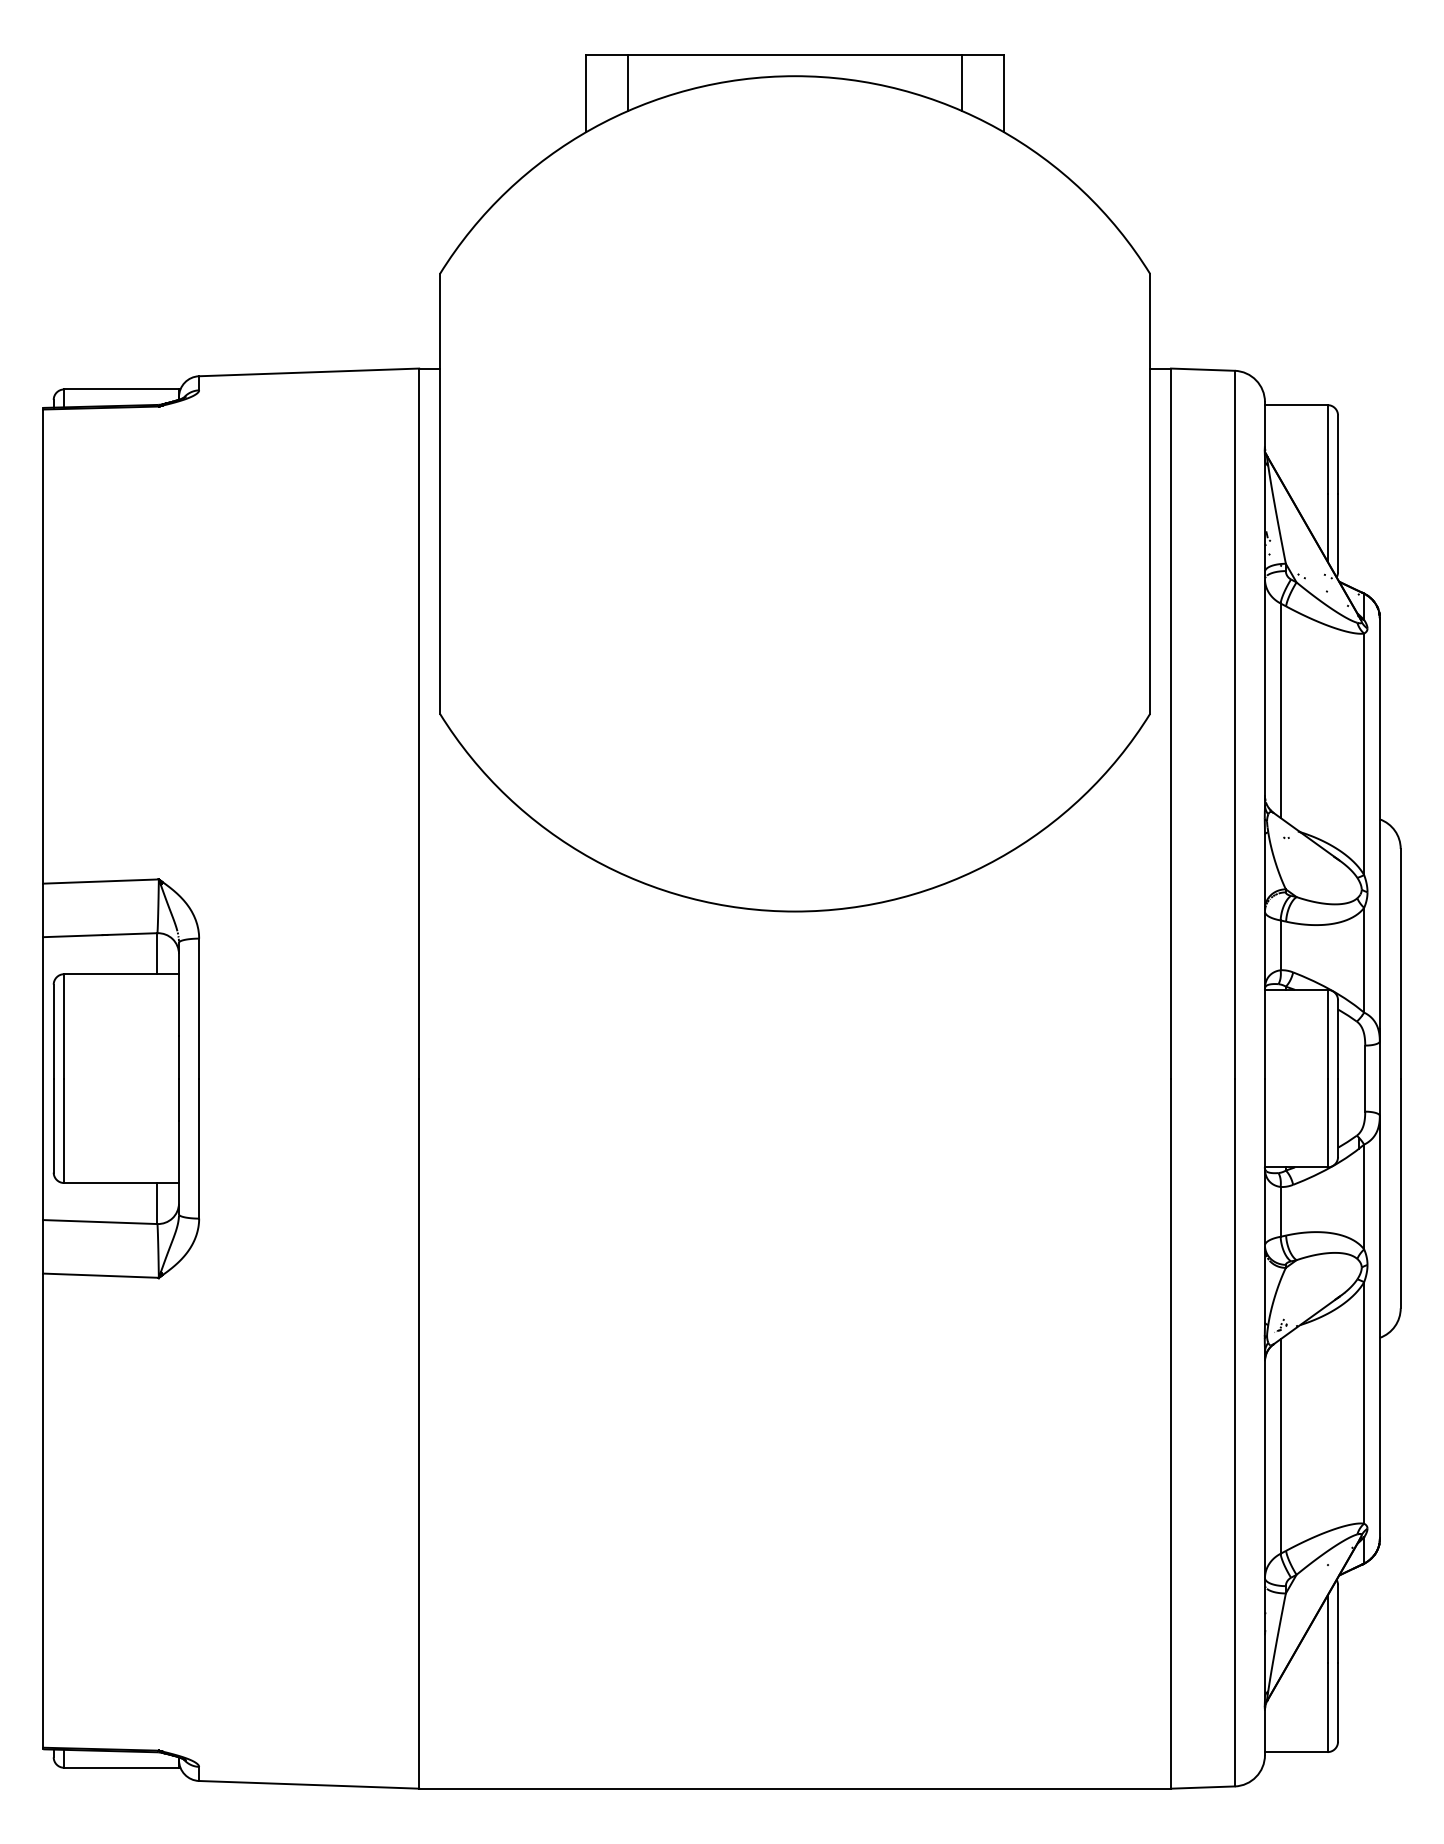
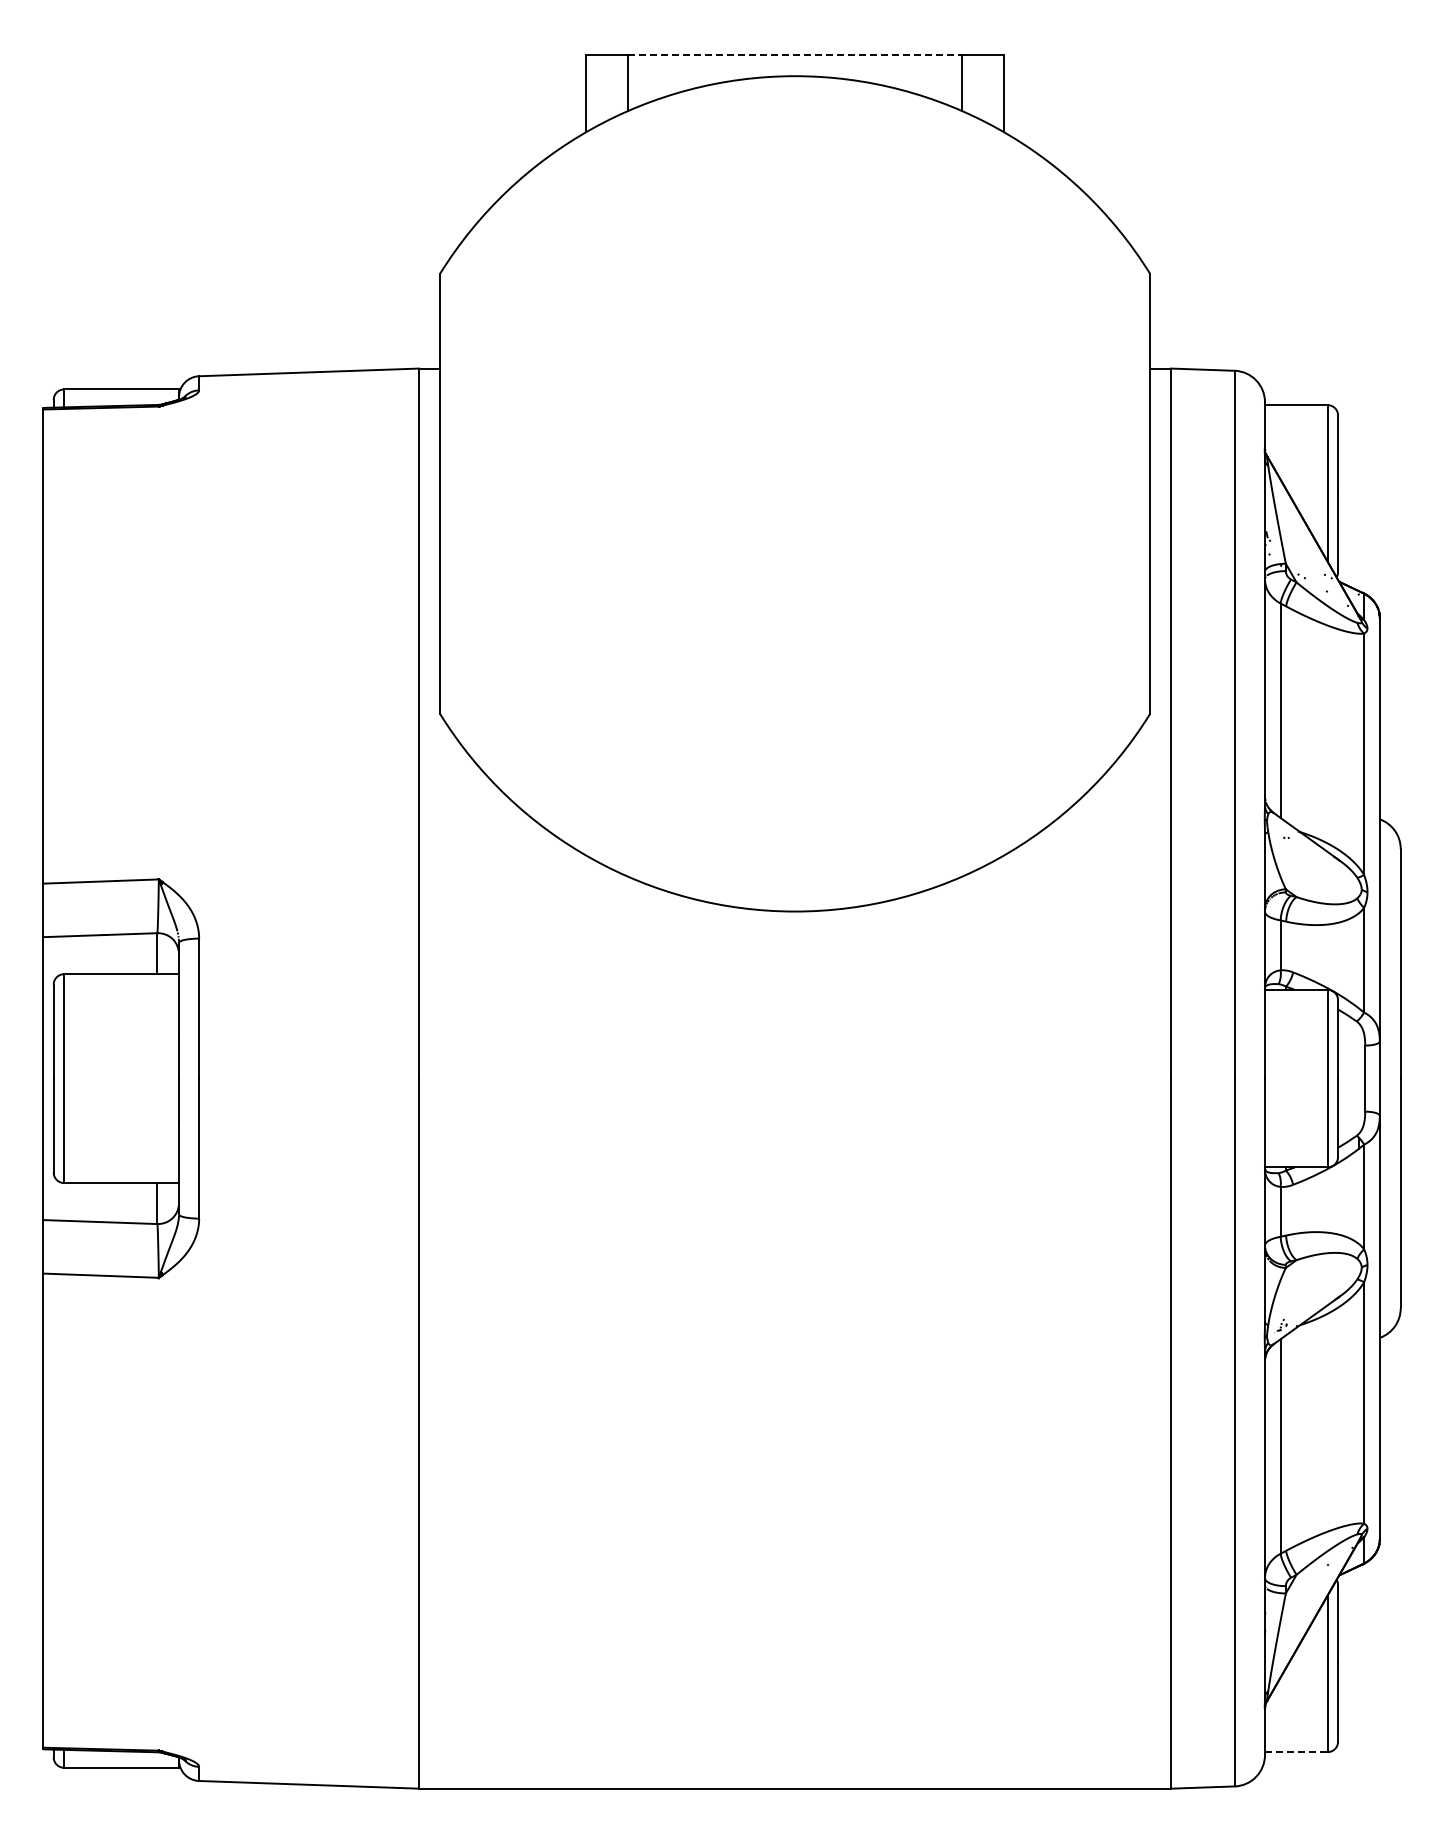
line at (795, 55): solid -> dashed
line at (1296, 1752): solid -> dashed
